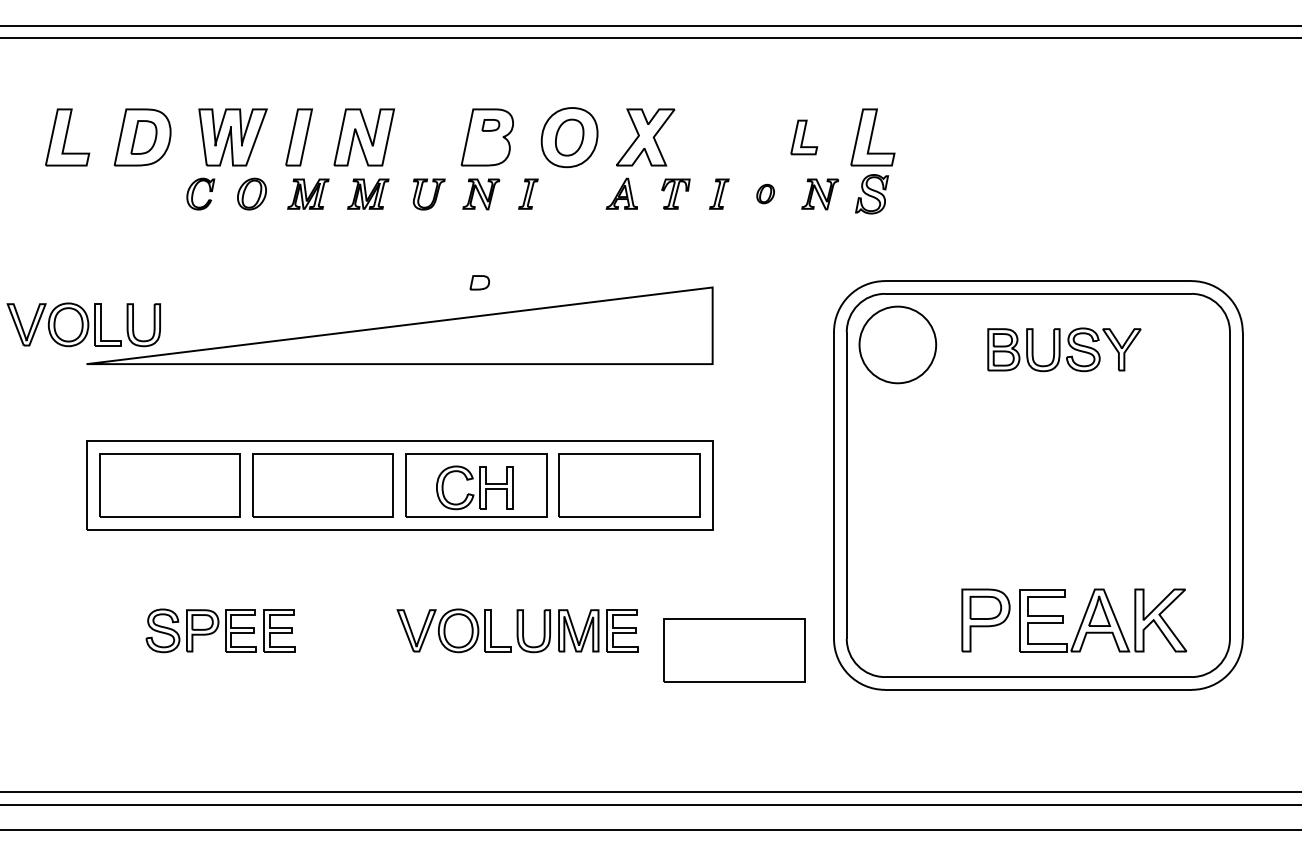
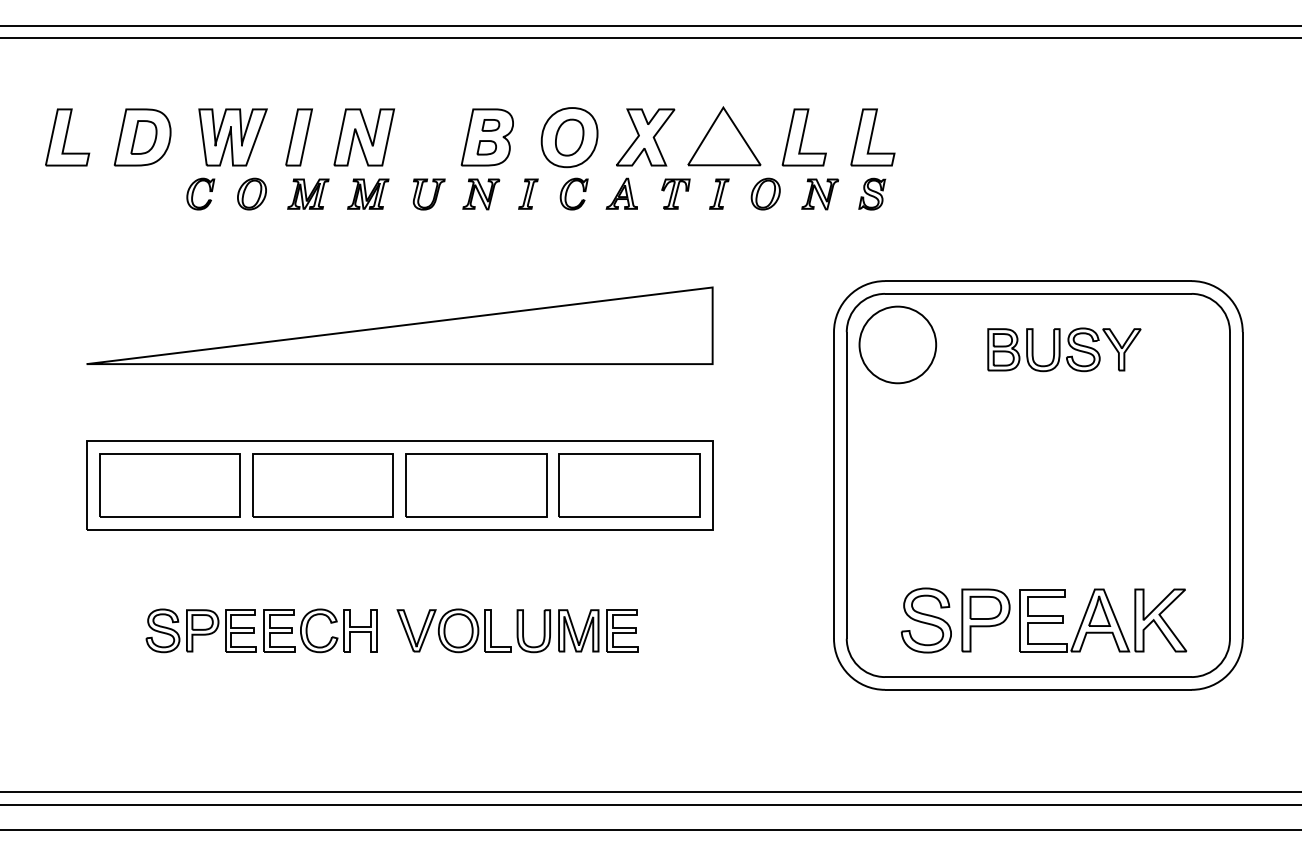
part at (724, 136): none -> present
part at (804, 137) size: 29x37 px -> 46x59 px
part at (567, 192): none -> present
part at (765, 193) size: 19x22 px -> 31x34 px
part at (871, 194) size: 34x41 px -> 29x34 px
part at (479, 282) position: (479, 282) -> (486, 147)
part at (83, 324): present -> none
part at (474, 487) position: (474, 487) -> (338, 630)
part at (925, 620): none -> present
part at (734, 650): present -> none
